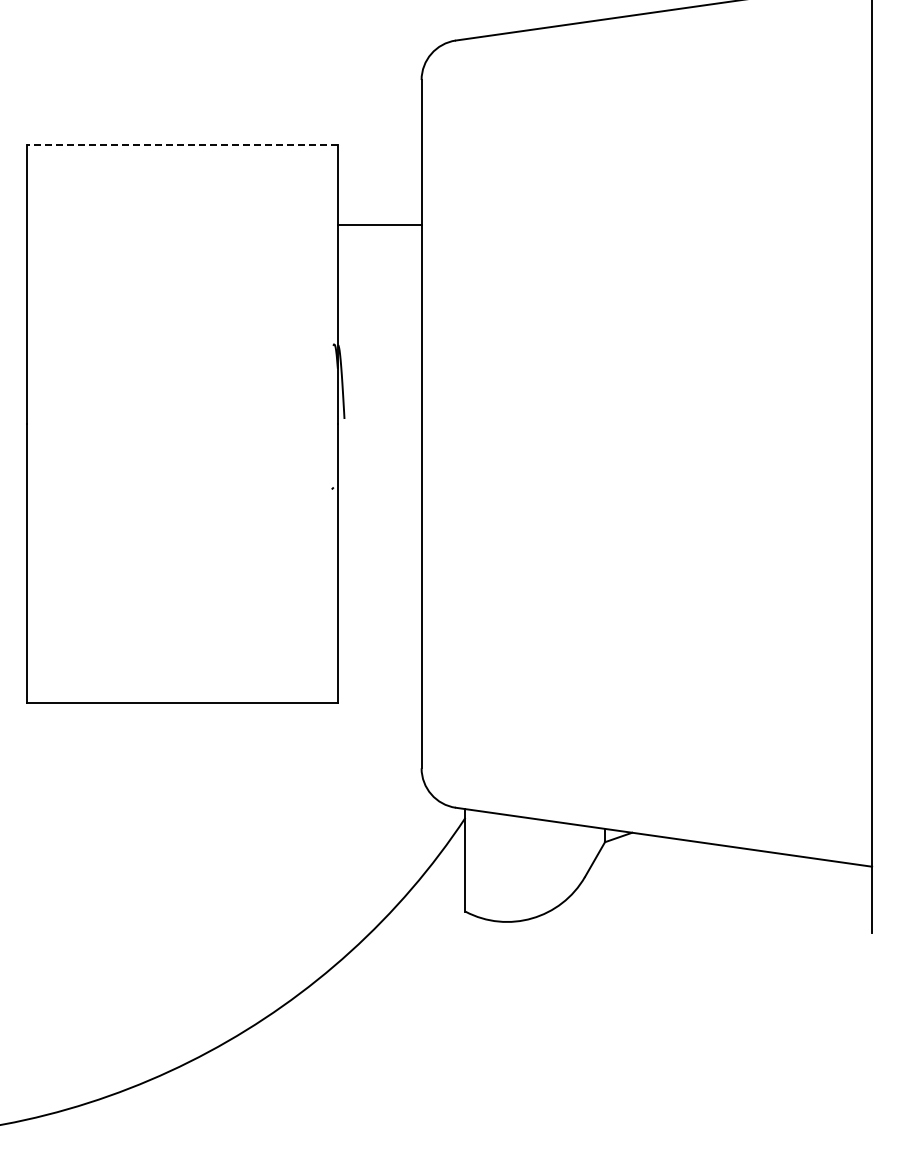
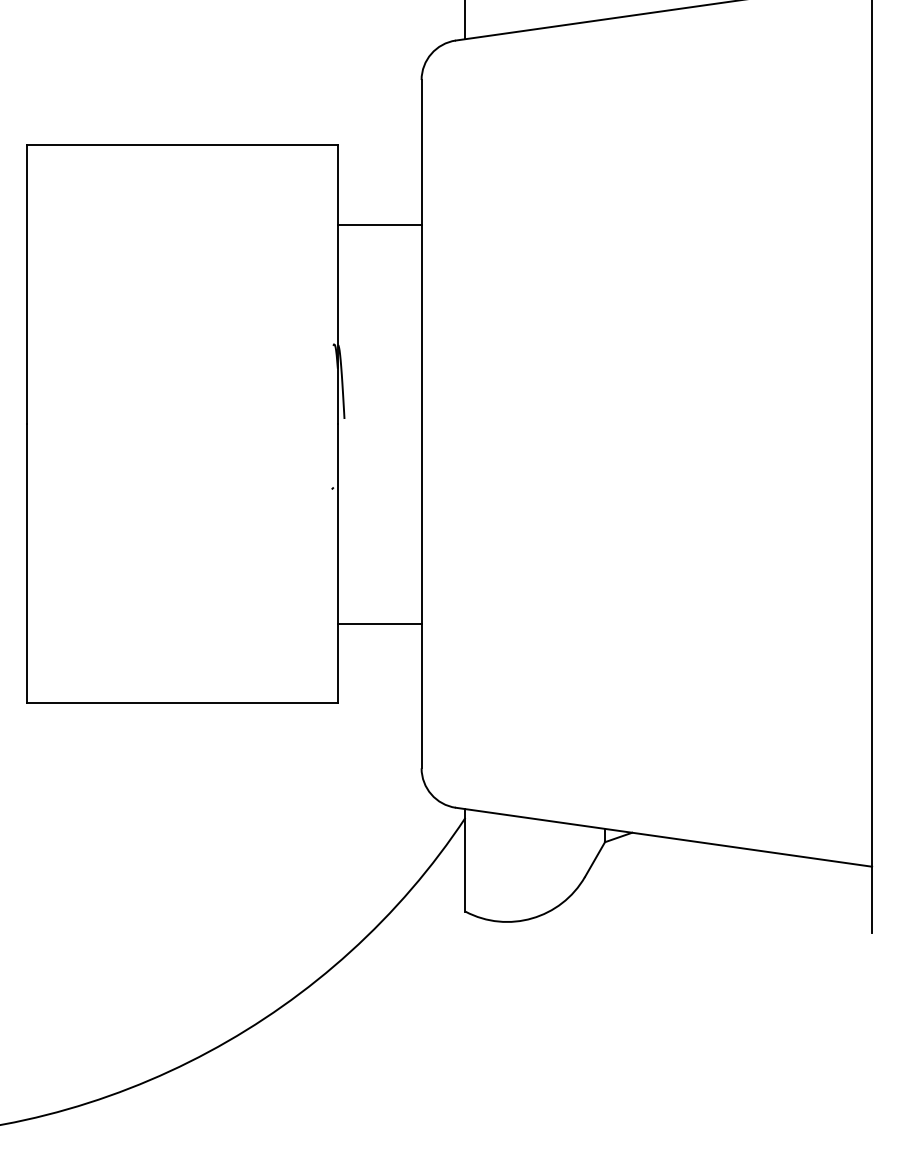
line at (465, 20): none -> present
line at (181, 145): dashed -> solid
line at (379, 623): none -> present
